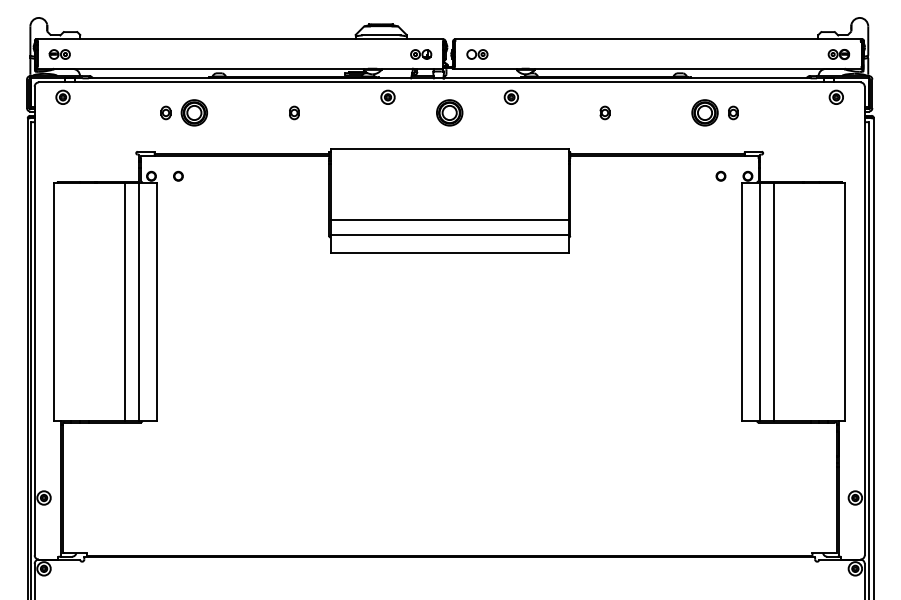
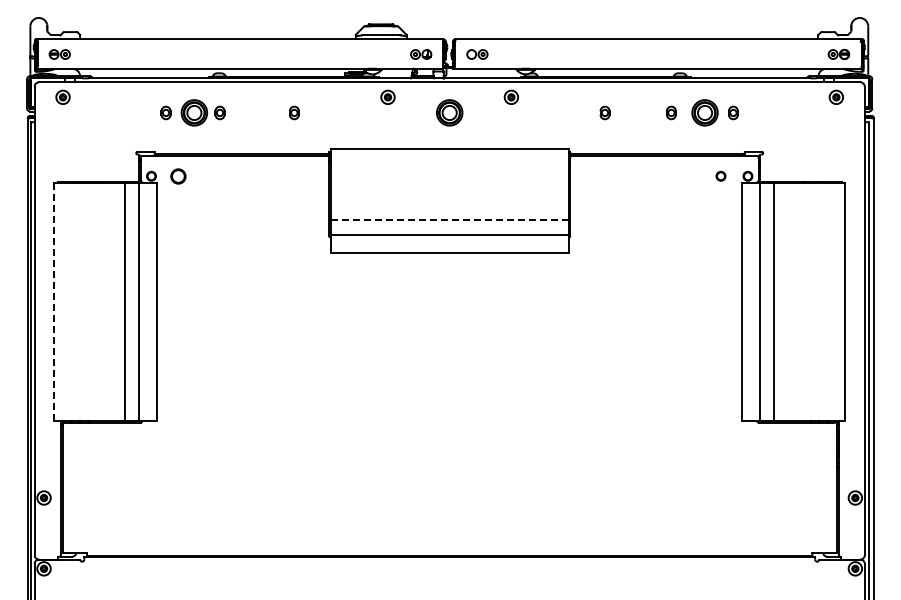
part at (219, 112): none -> present
part at (671, 112): none -> present
part at (178, 175) size: 11x12 px -> 17x17 px
line at (450, 220): solid -> dashed
line at (54, 302): solid -> dashed
